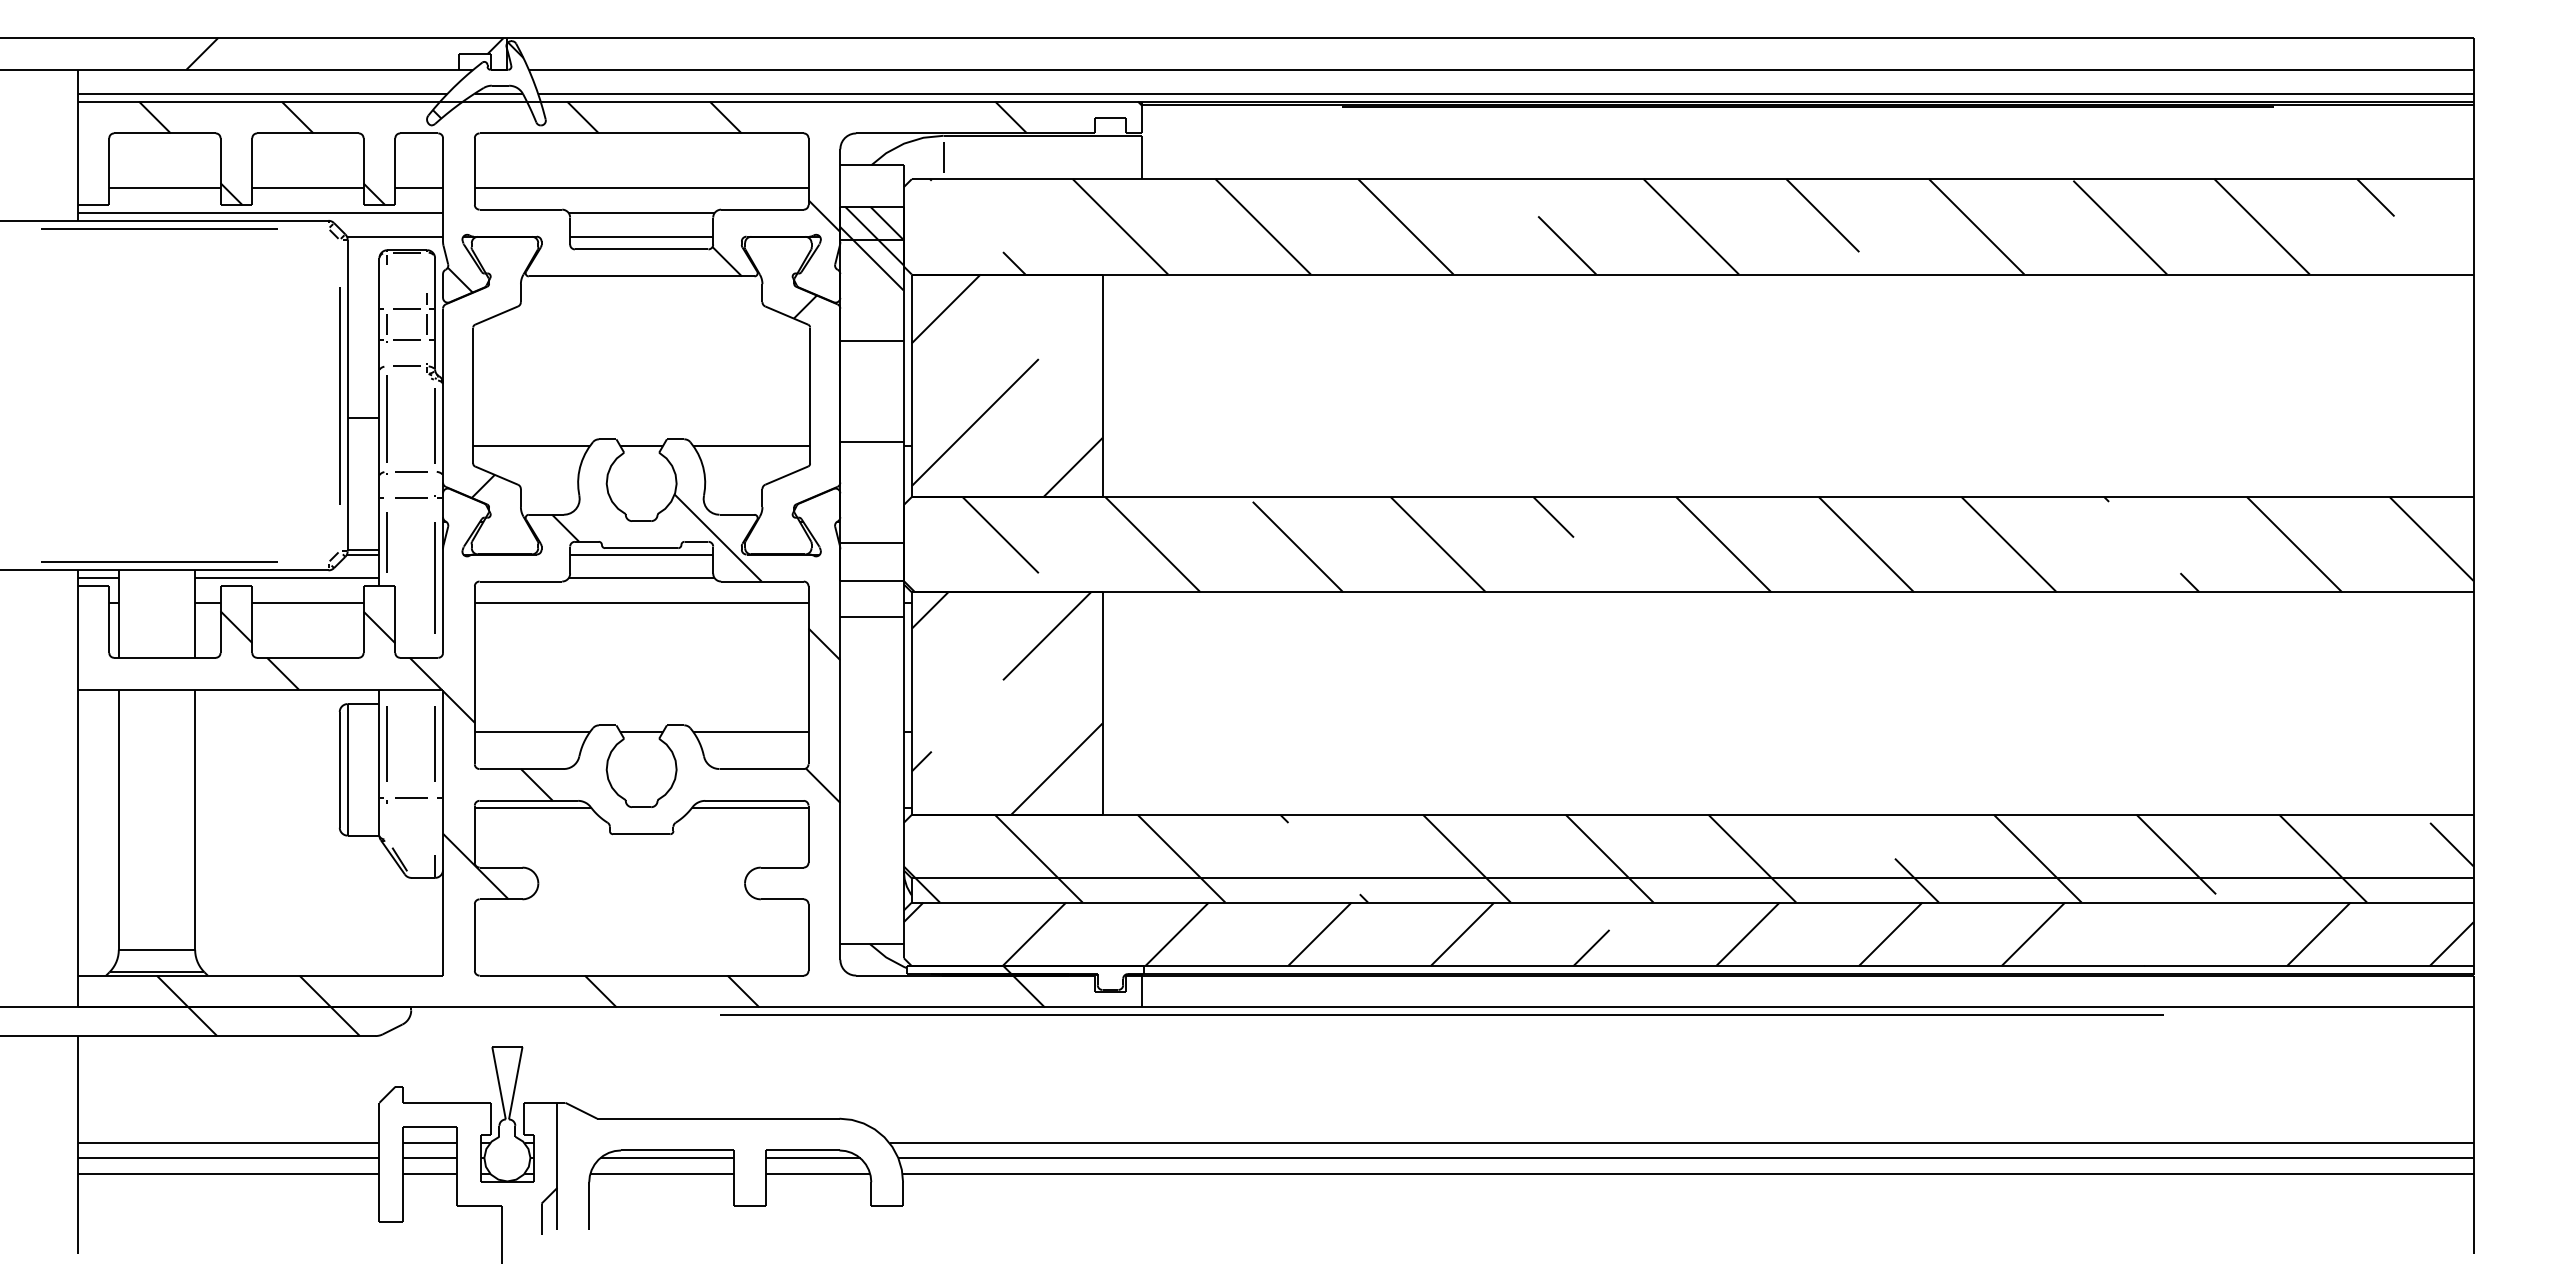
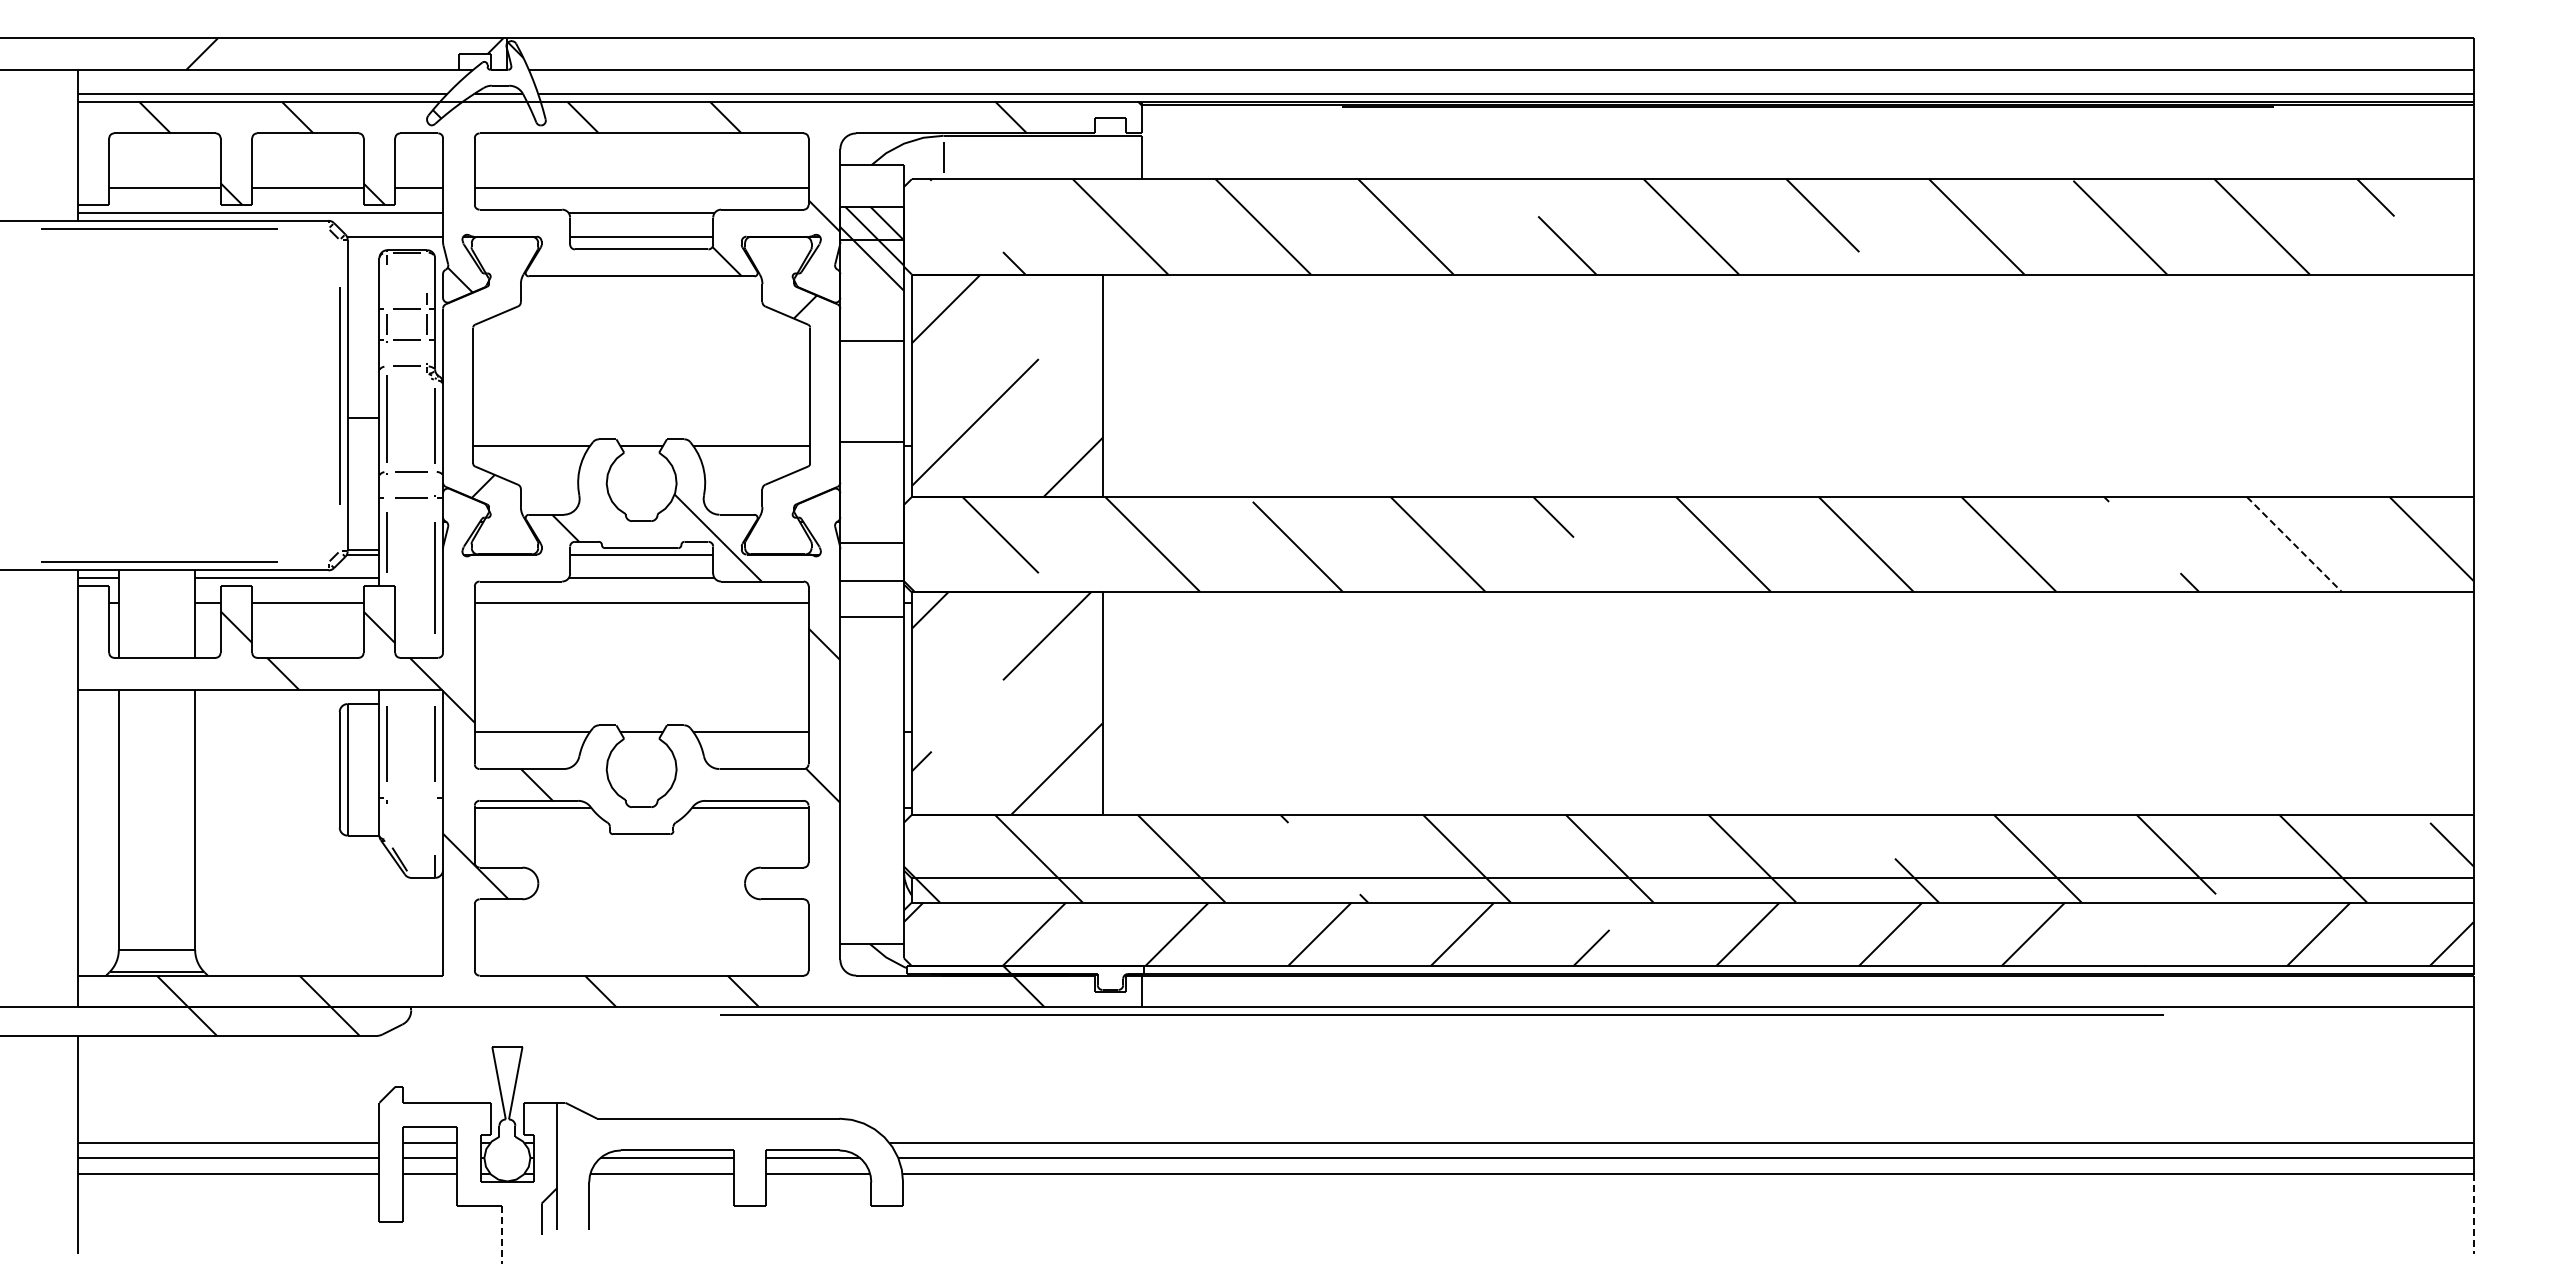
line at (2294, 545): solid -> dashed
line at (411, 797): present -> none
line at (2473, 1214): solid -> dashed
line at (501, 1234): solid -> dashed
